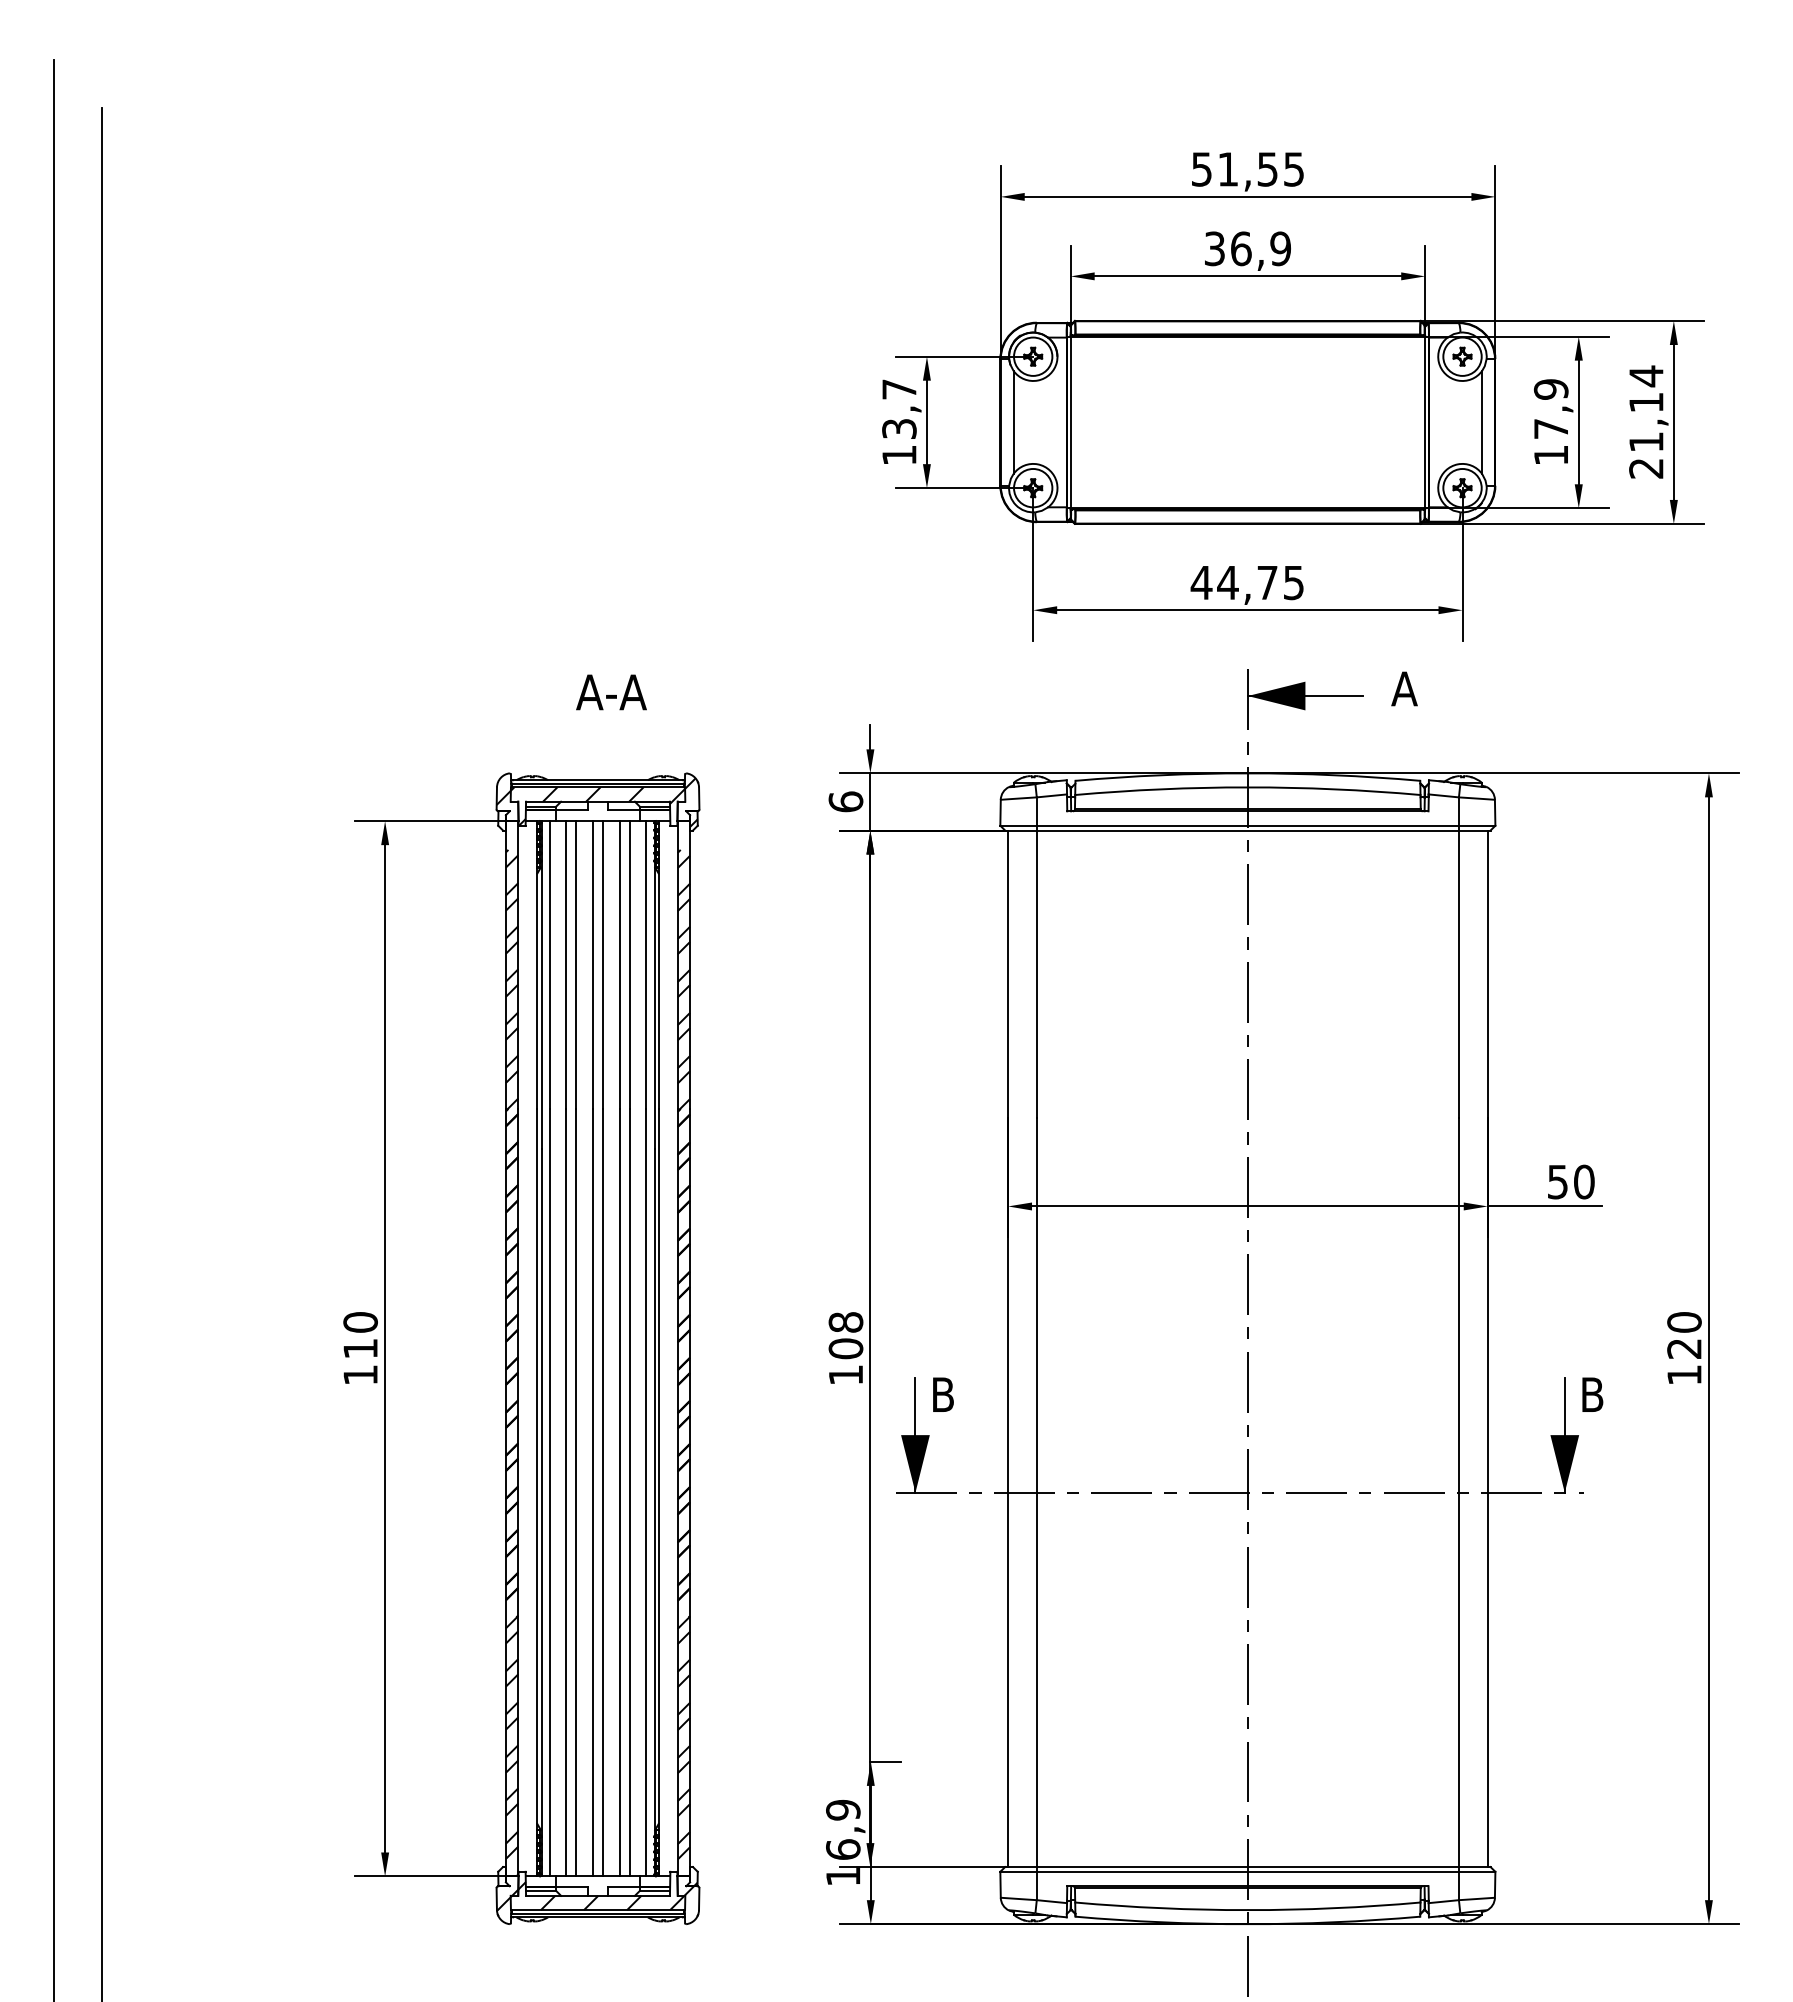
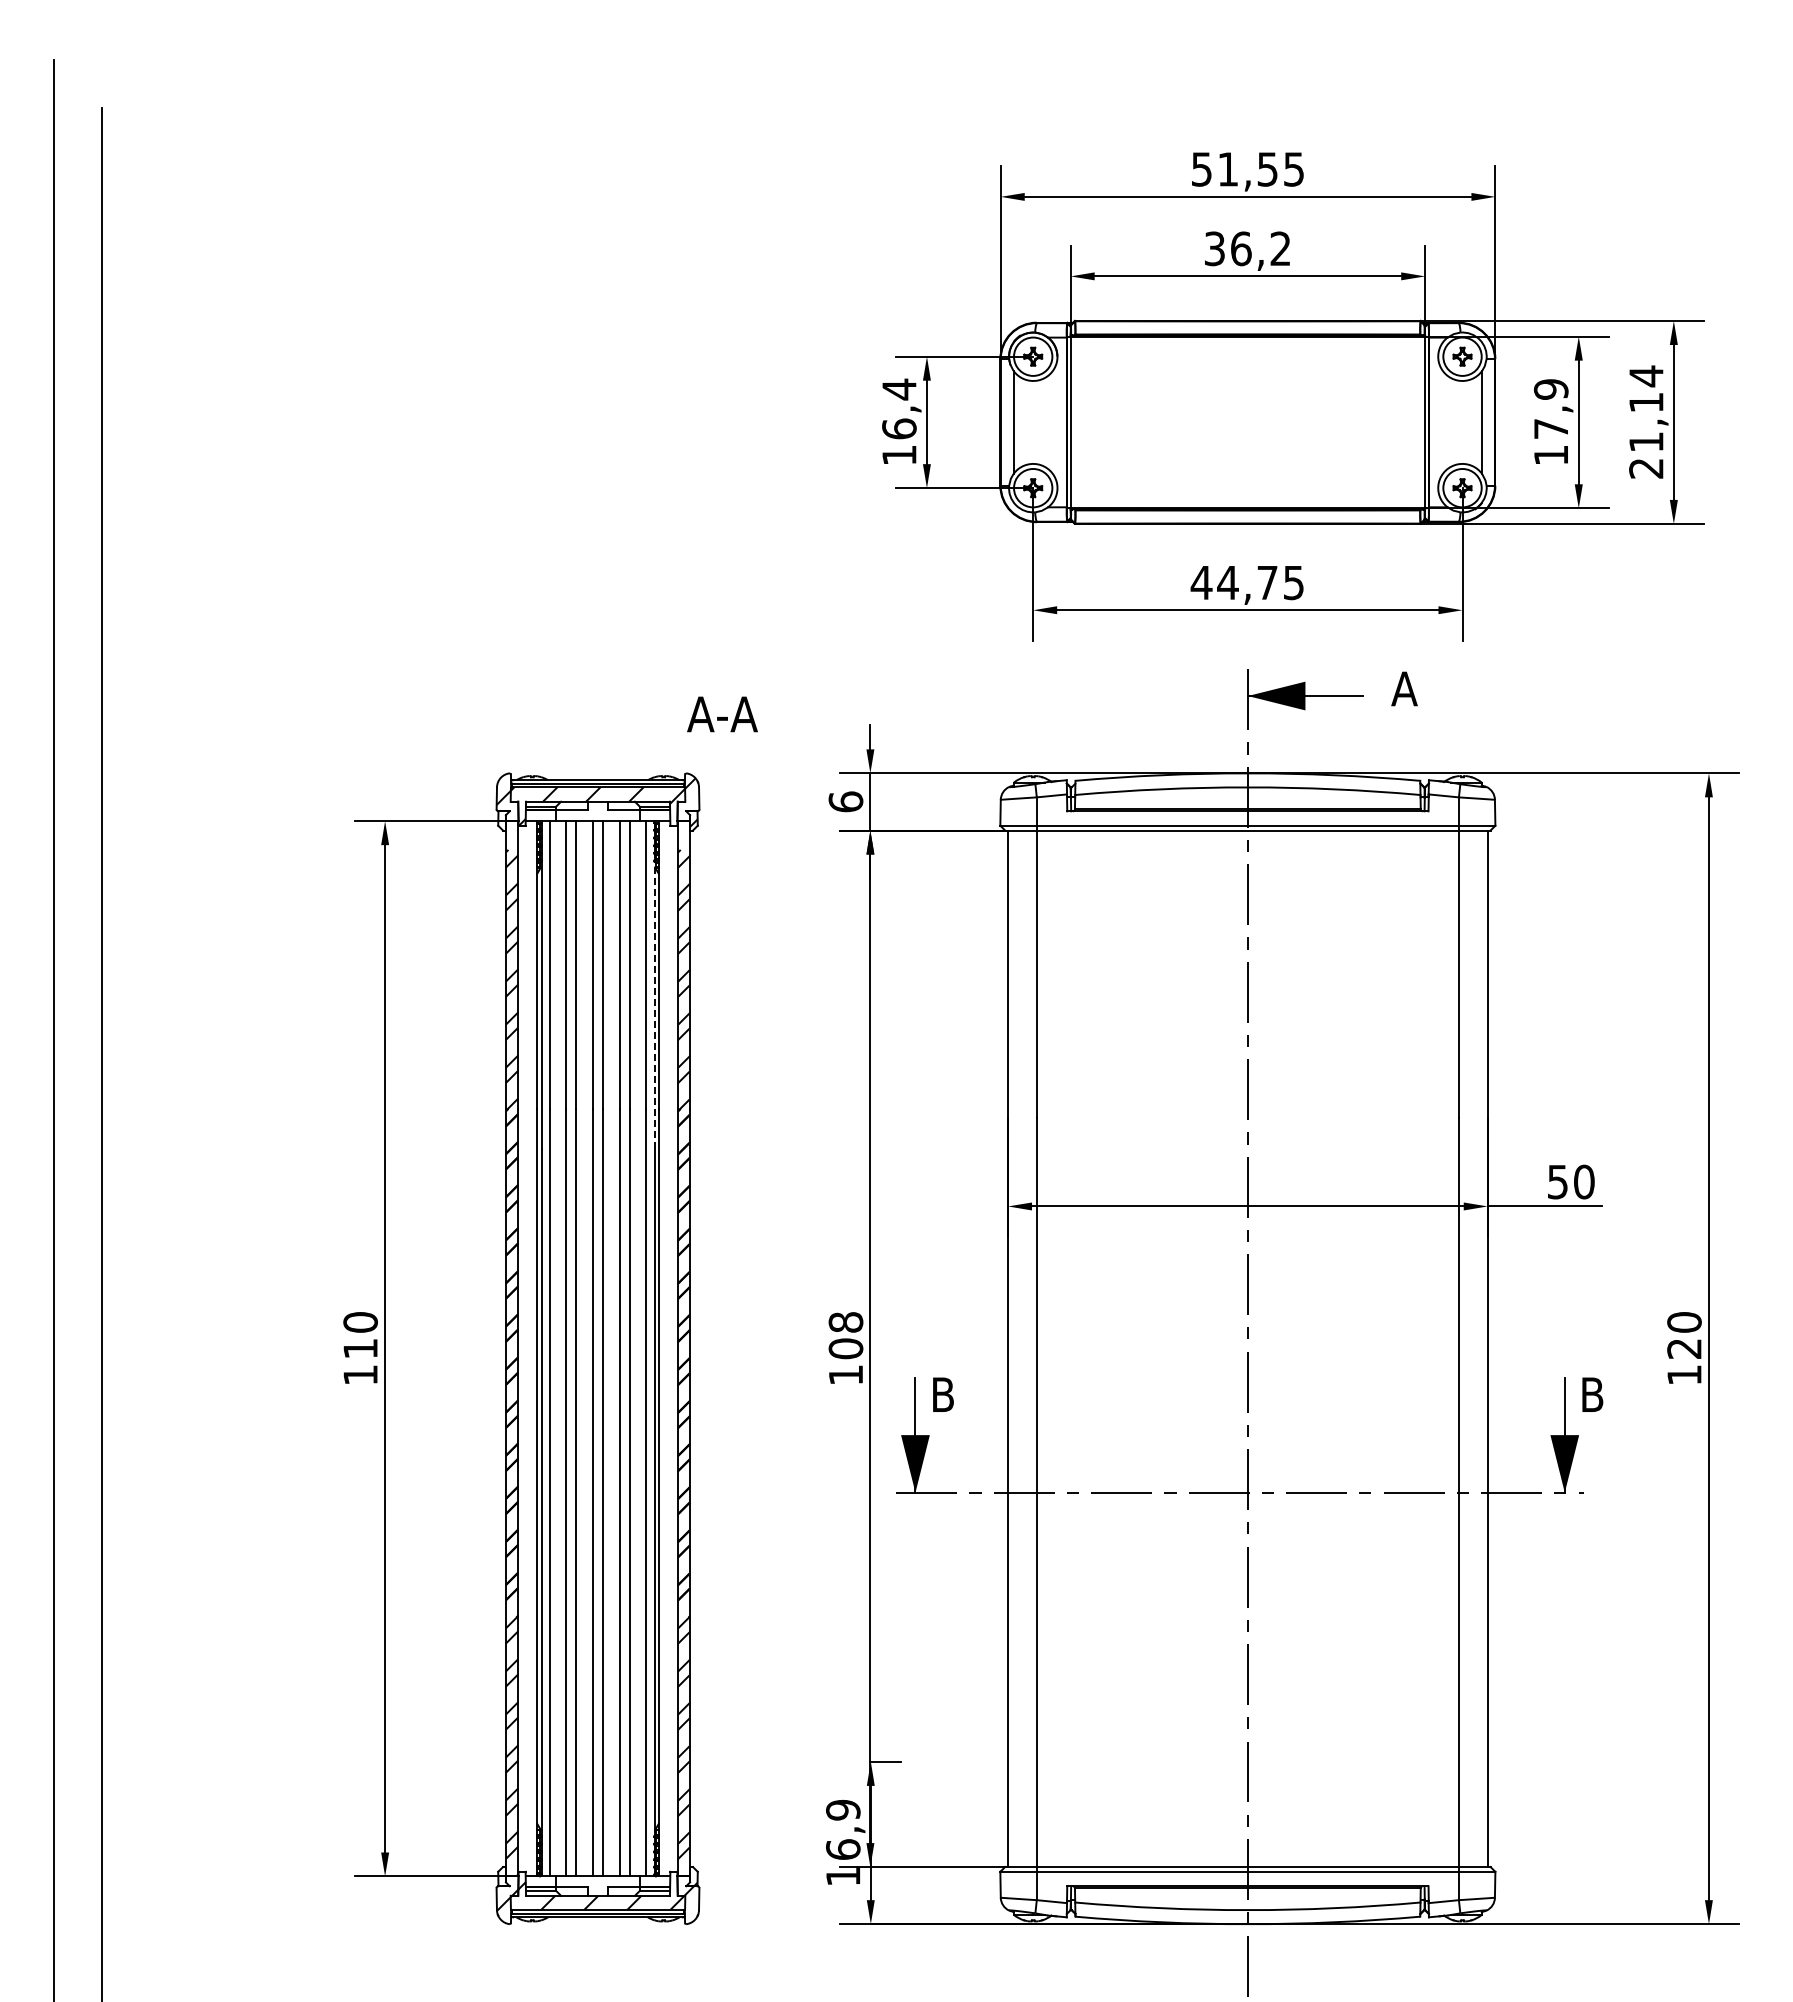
text at (1280, 248): 36,9 -> 36,2
text at (899, 408): 13,7 -> 16,4
text at (611, 692) position: (611, 692) -> (722, 714)
line at (654, 1005): solid -> dashed
